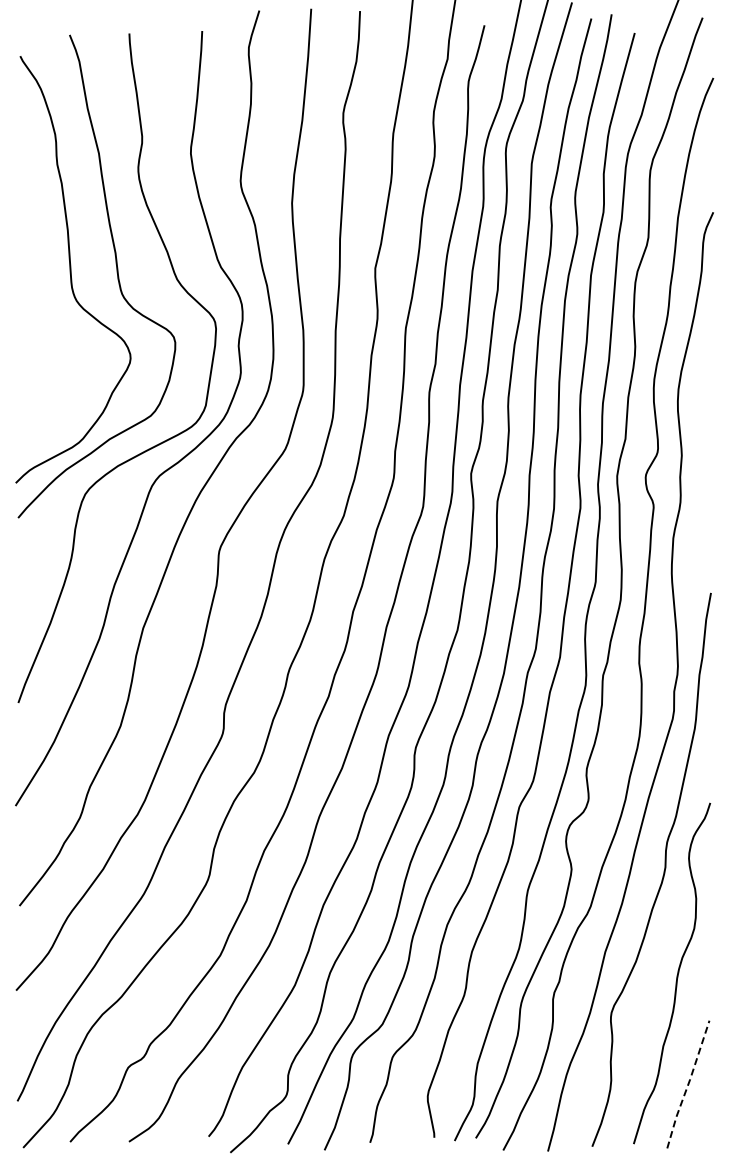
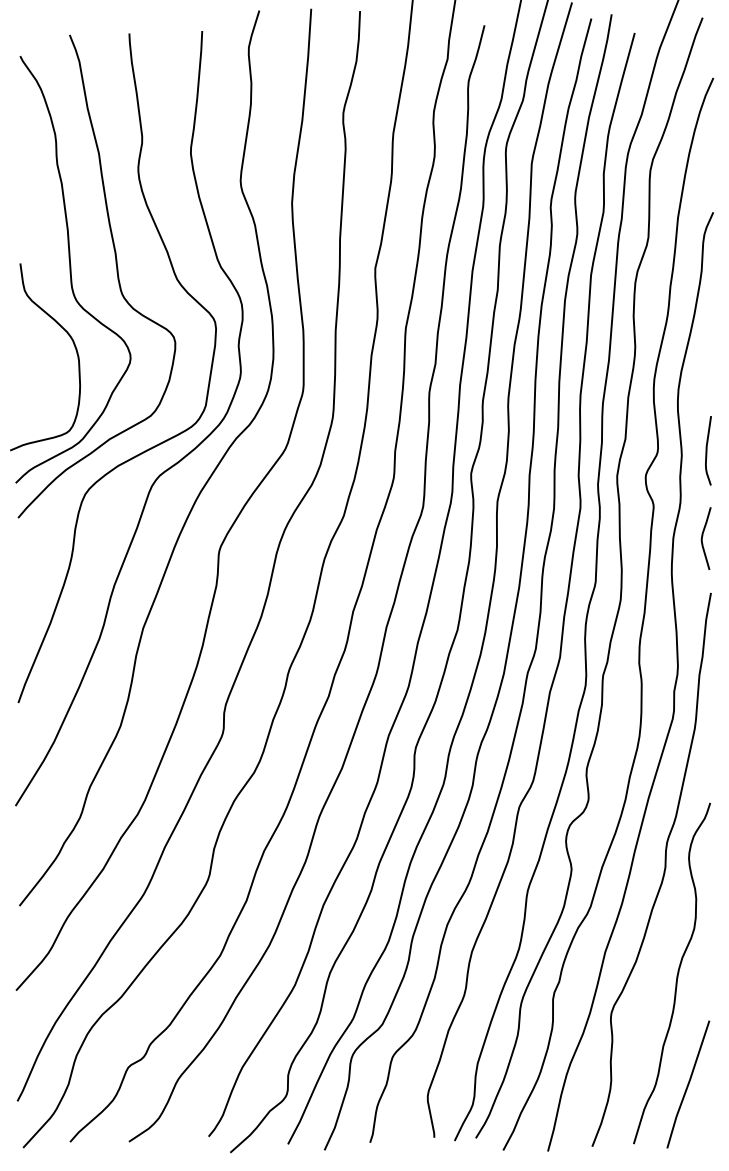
curve at (74, 347): none -> present
curve at (707, 450): none -> present
curve at (703, 536): none -> present
line at (688, 1084): dashed -> solid
